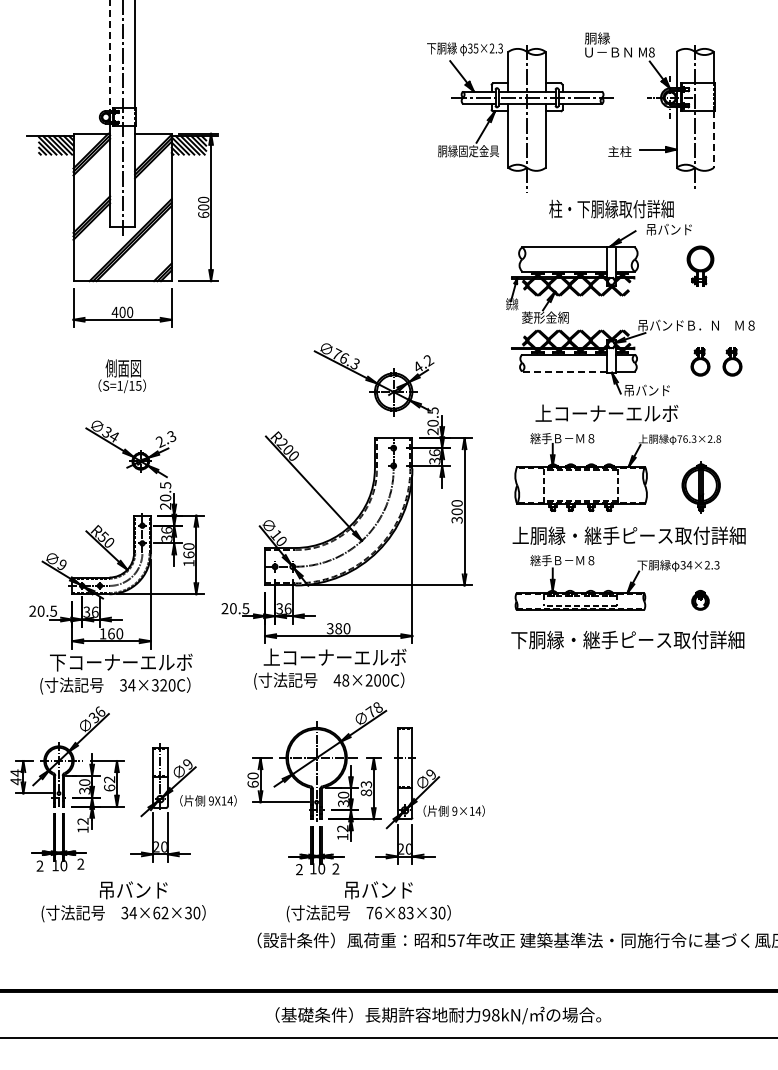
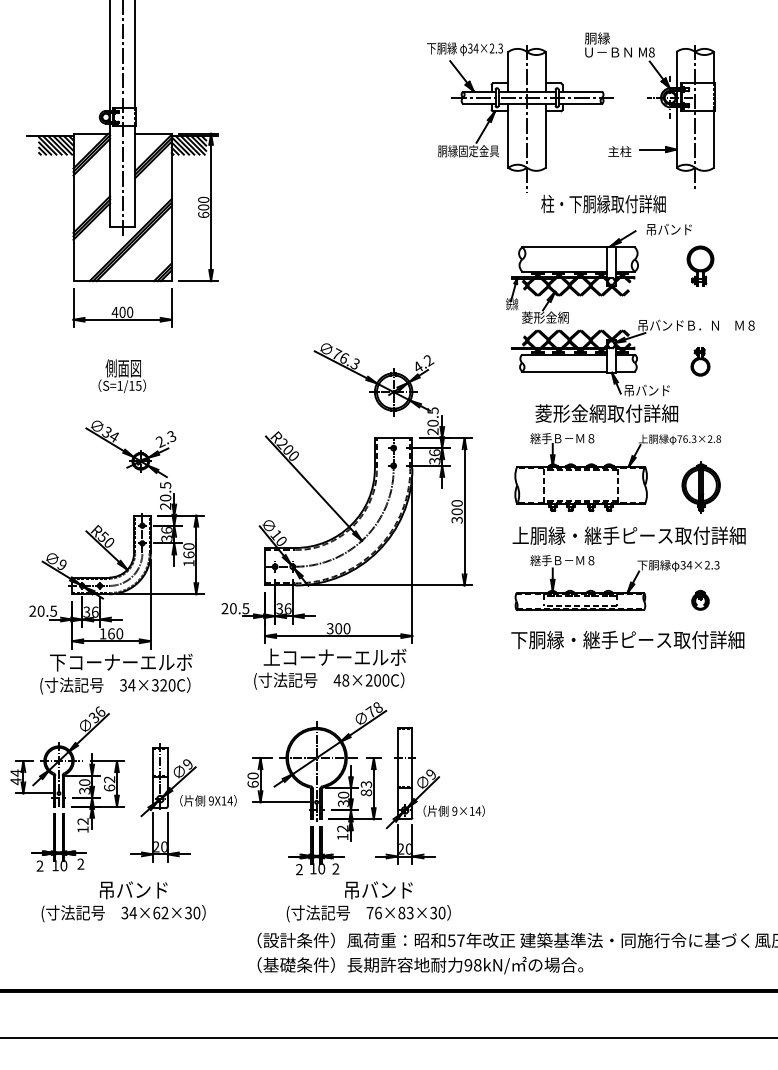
text at (475, 48): 35×2.3 -> 34×2.3
line at (110, 55): dashed -> solid
line at (713, 140): dashed -> solid
text at (611, 208) position: (611, 208) -> (603, 203)
part at (732, 361): present -> none
line at (563, 371): dashed -> solid
text at (606, 413): 上コーナーエルボ -> 菱形金網取付詳細
text at (338, 628): 380 -> 300
text at (438, 1015) position: (438, 1015) -> (420, 965)
